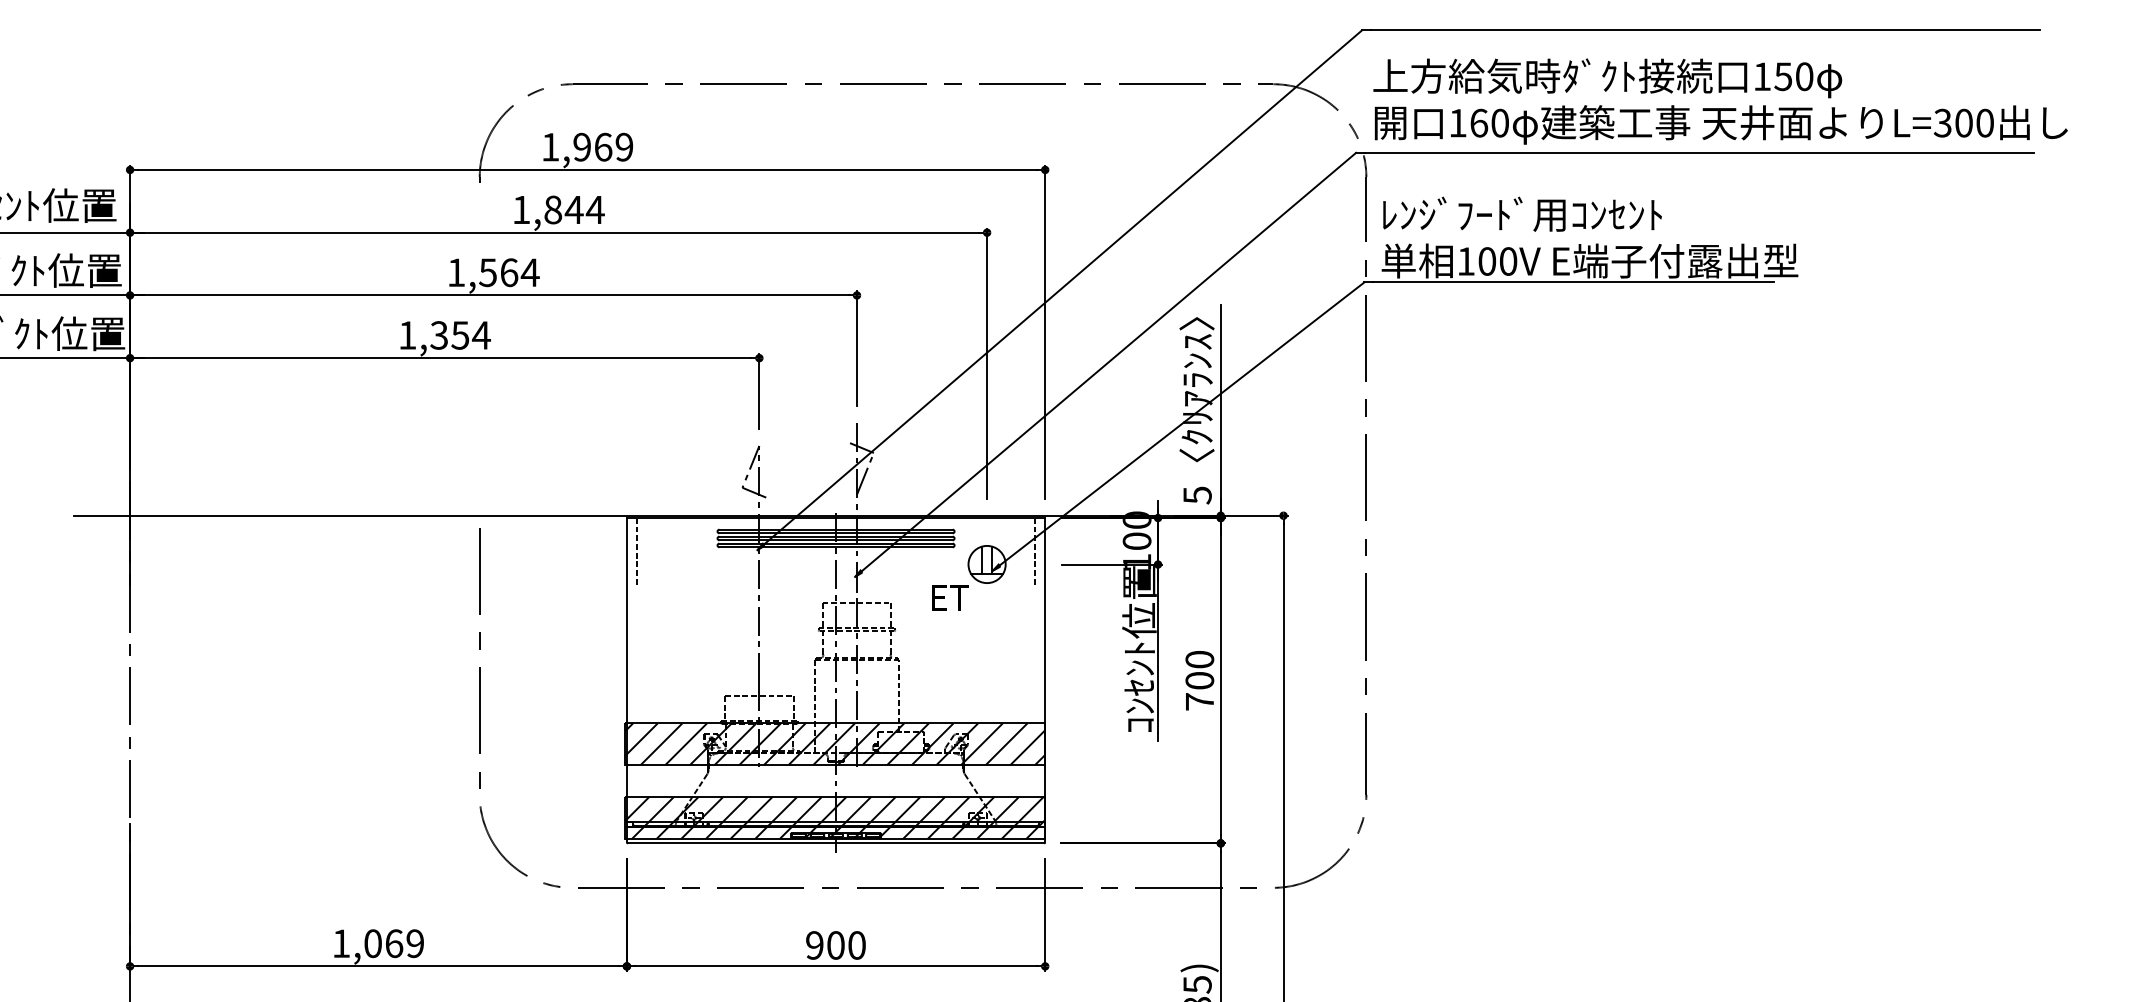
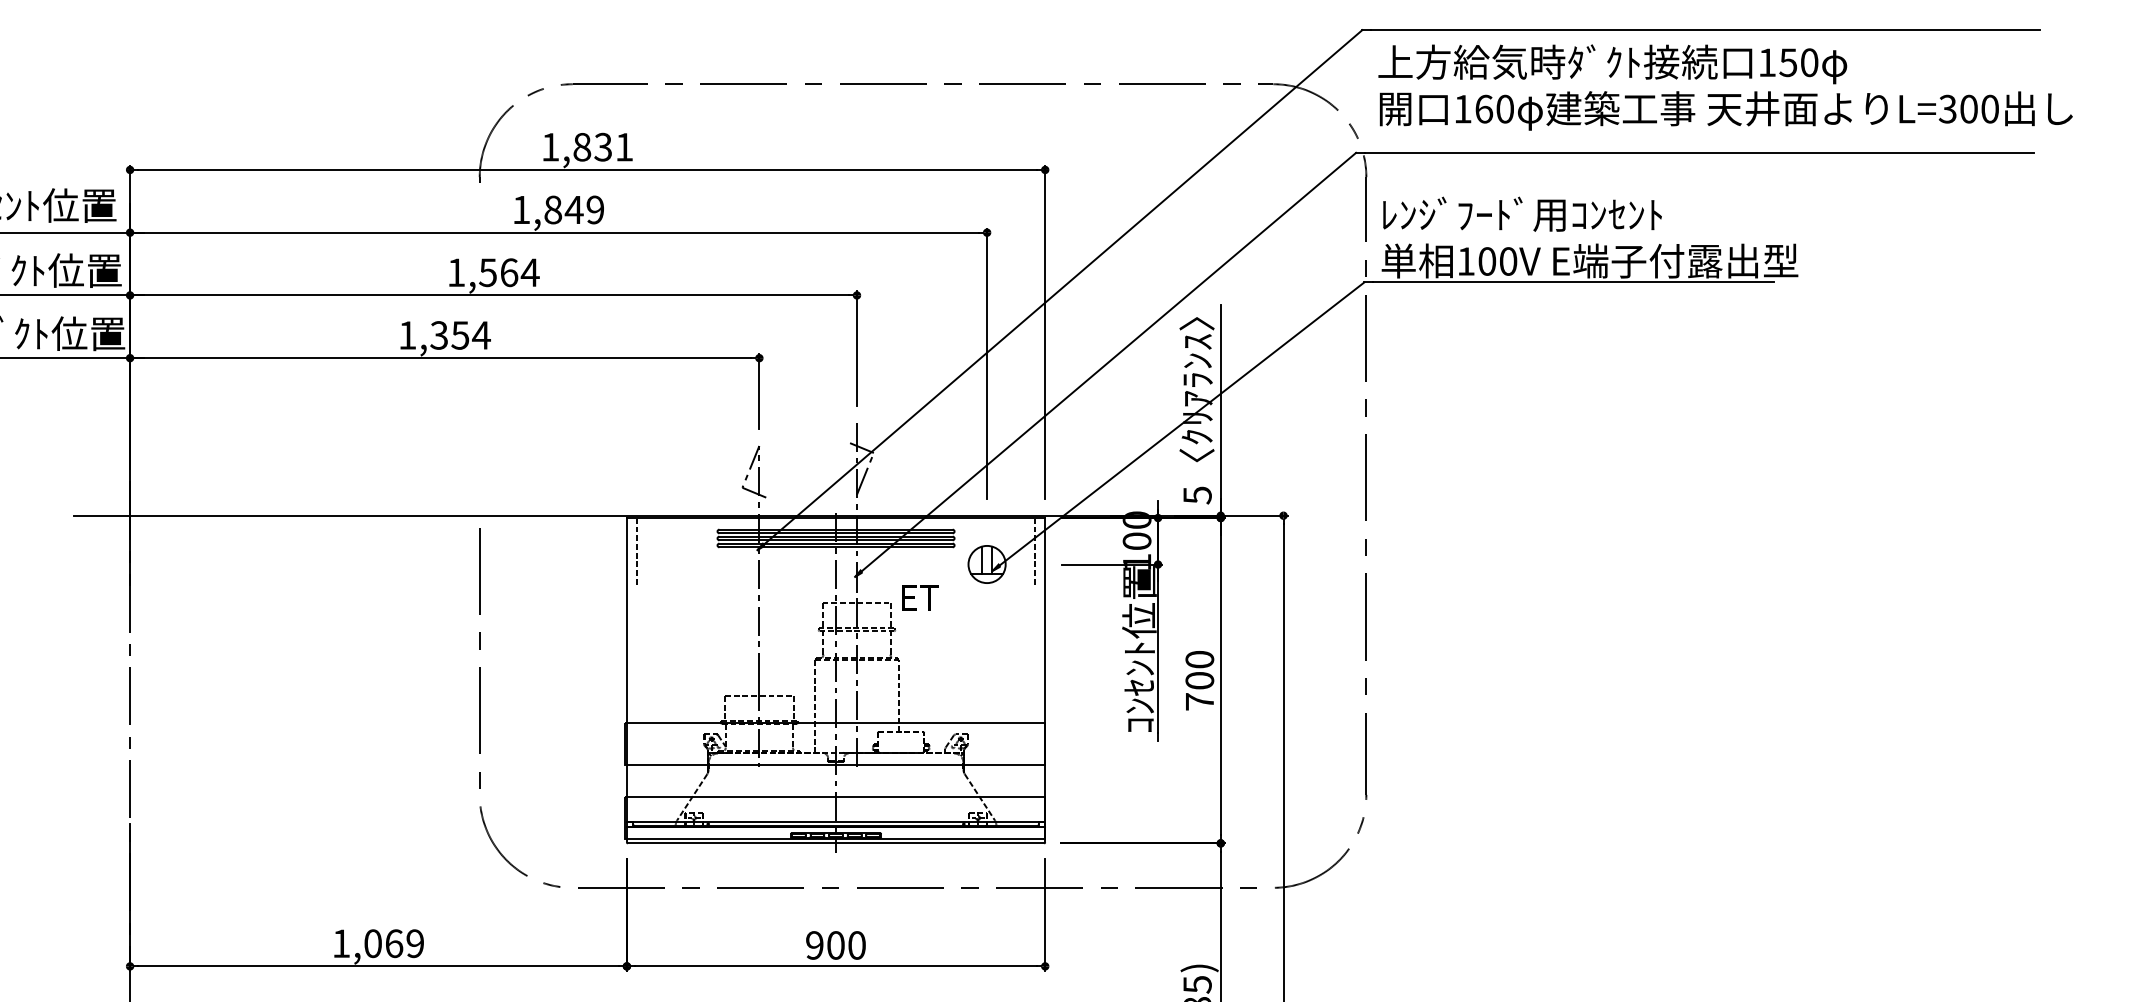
text at (1720, 101) position: (1720, 101) -> (1725, 87)
text at (603, 146): 1,969 -> 1,831
text at (594, 209): 1,844 -> 1,849
text at (950, 597) position: (950, 597) -> (920, 597)
hatch at (835, 744): present -> none
hatch at (835, 817): present -> none
